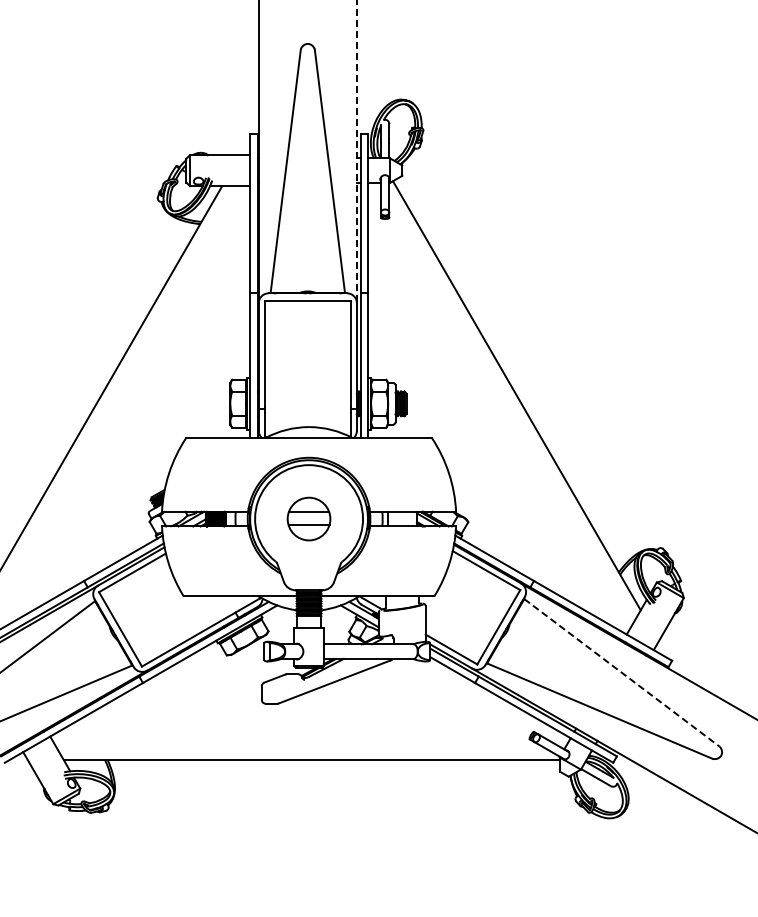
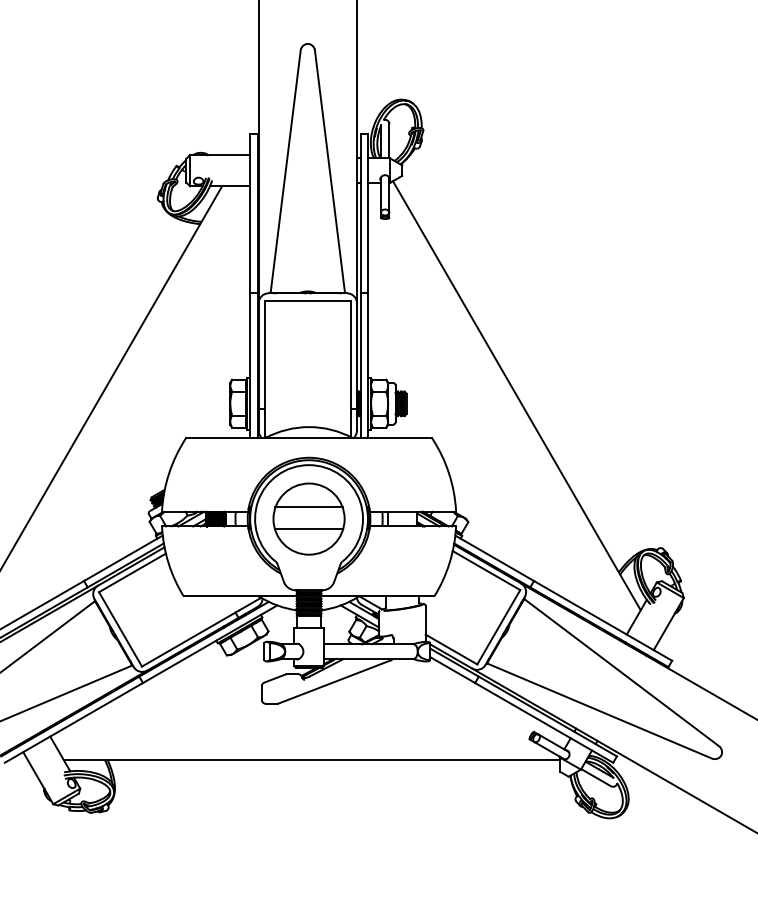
line at (356, 152): dashed -> solid
part at (308, 518) size: 46x46 px -> 74x74 px
line at (622, 673): dashed -> solid
